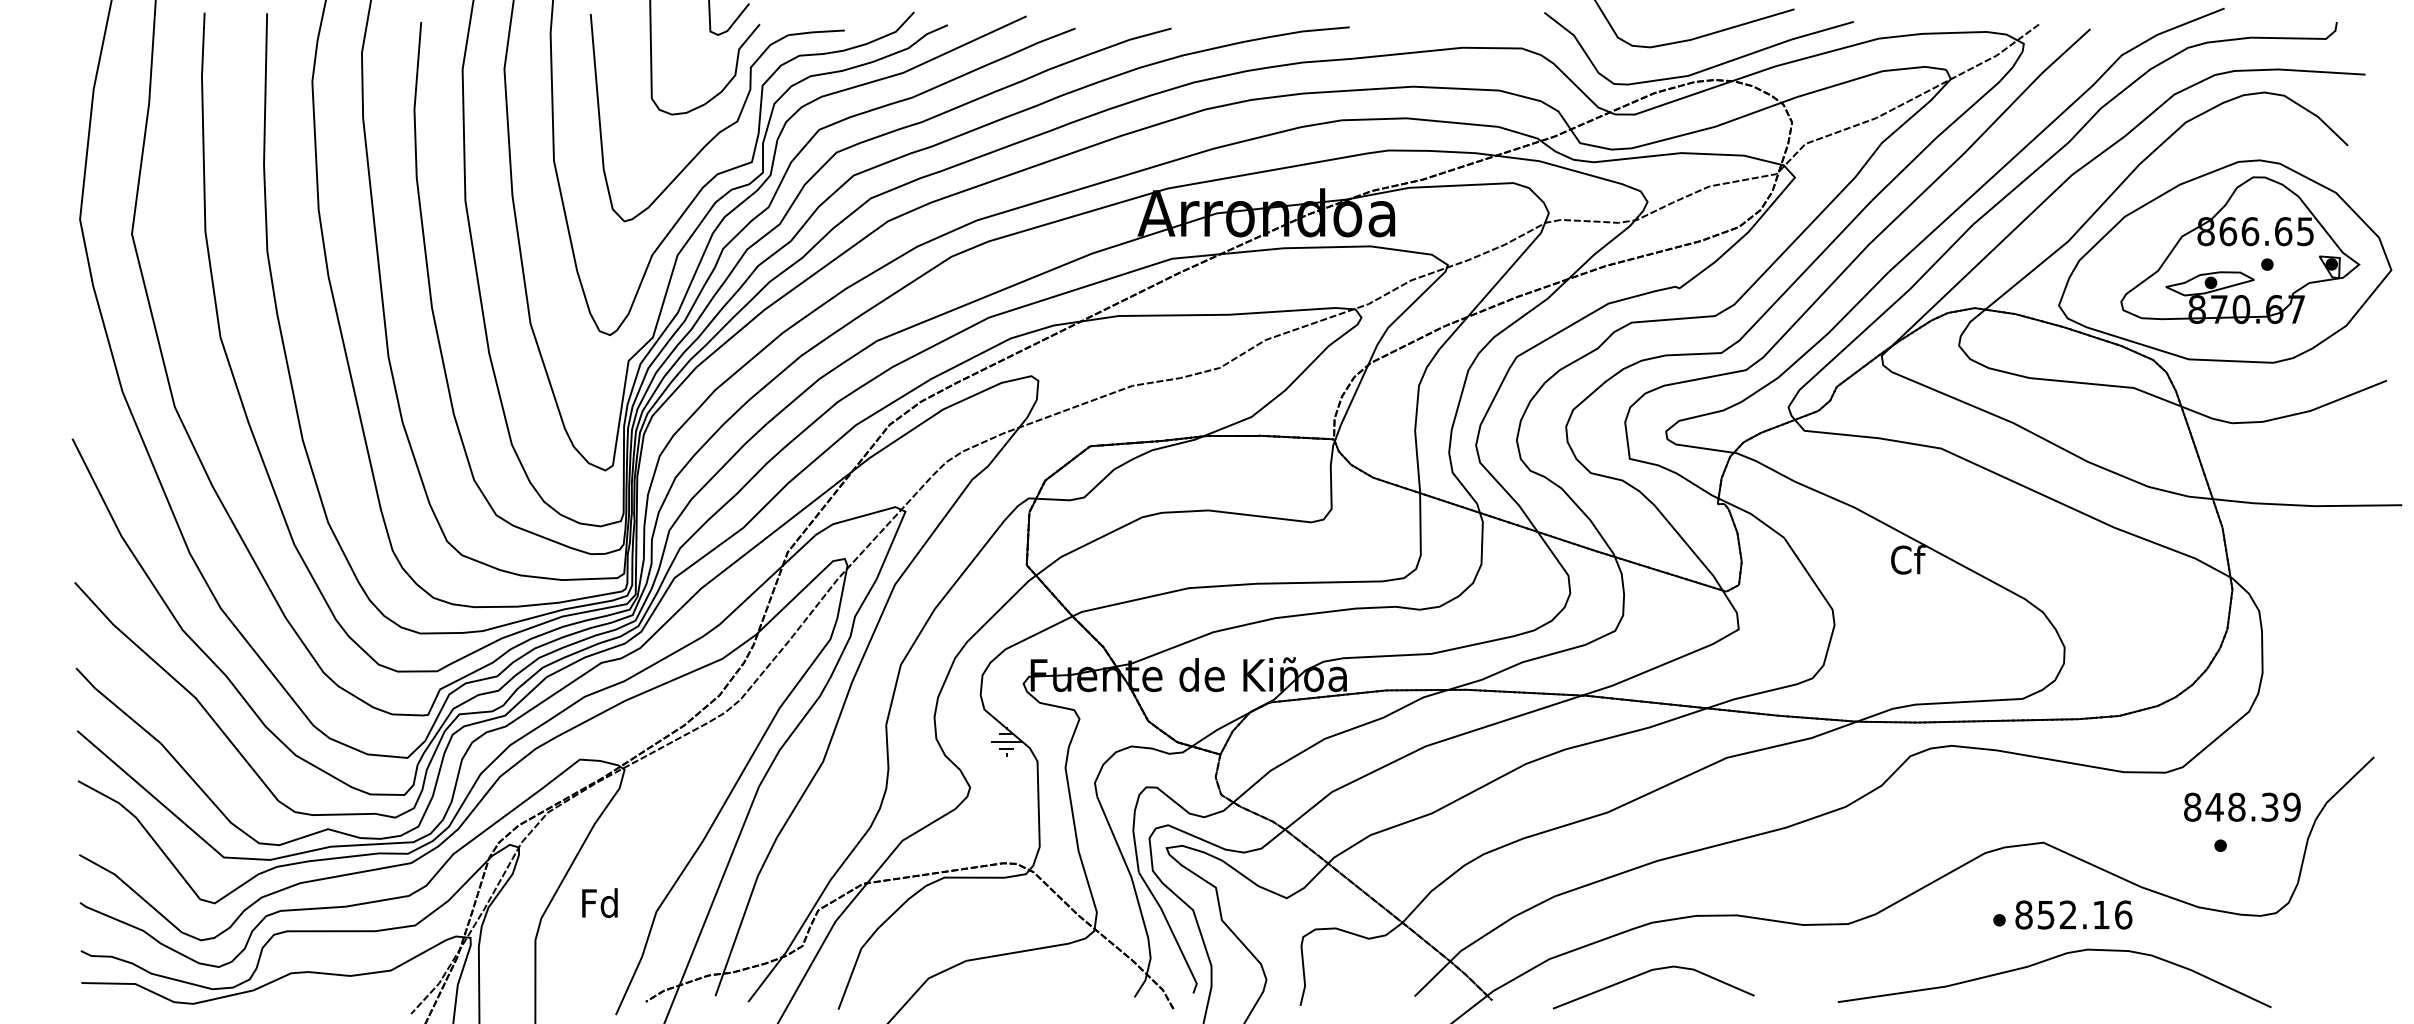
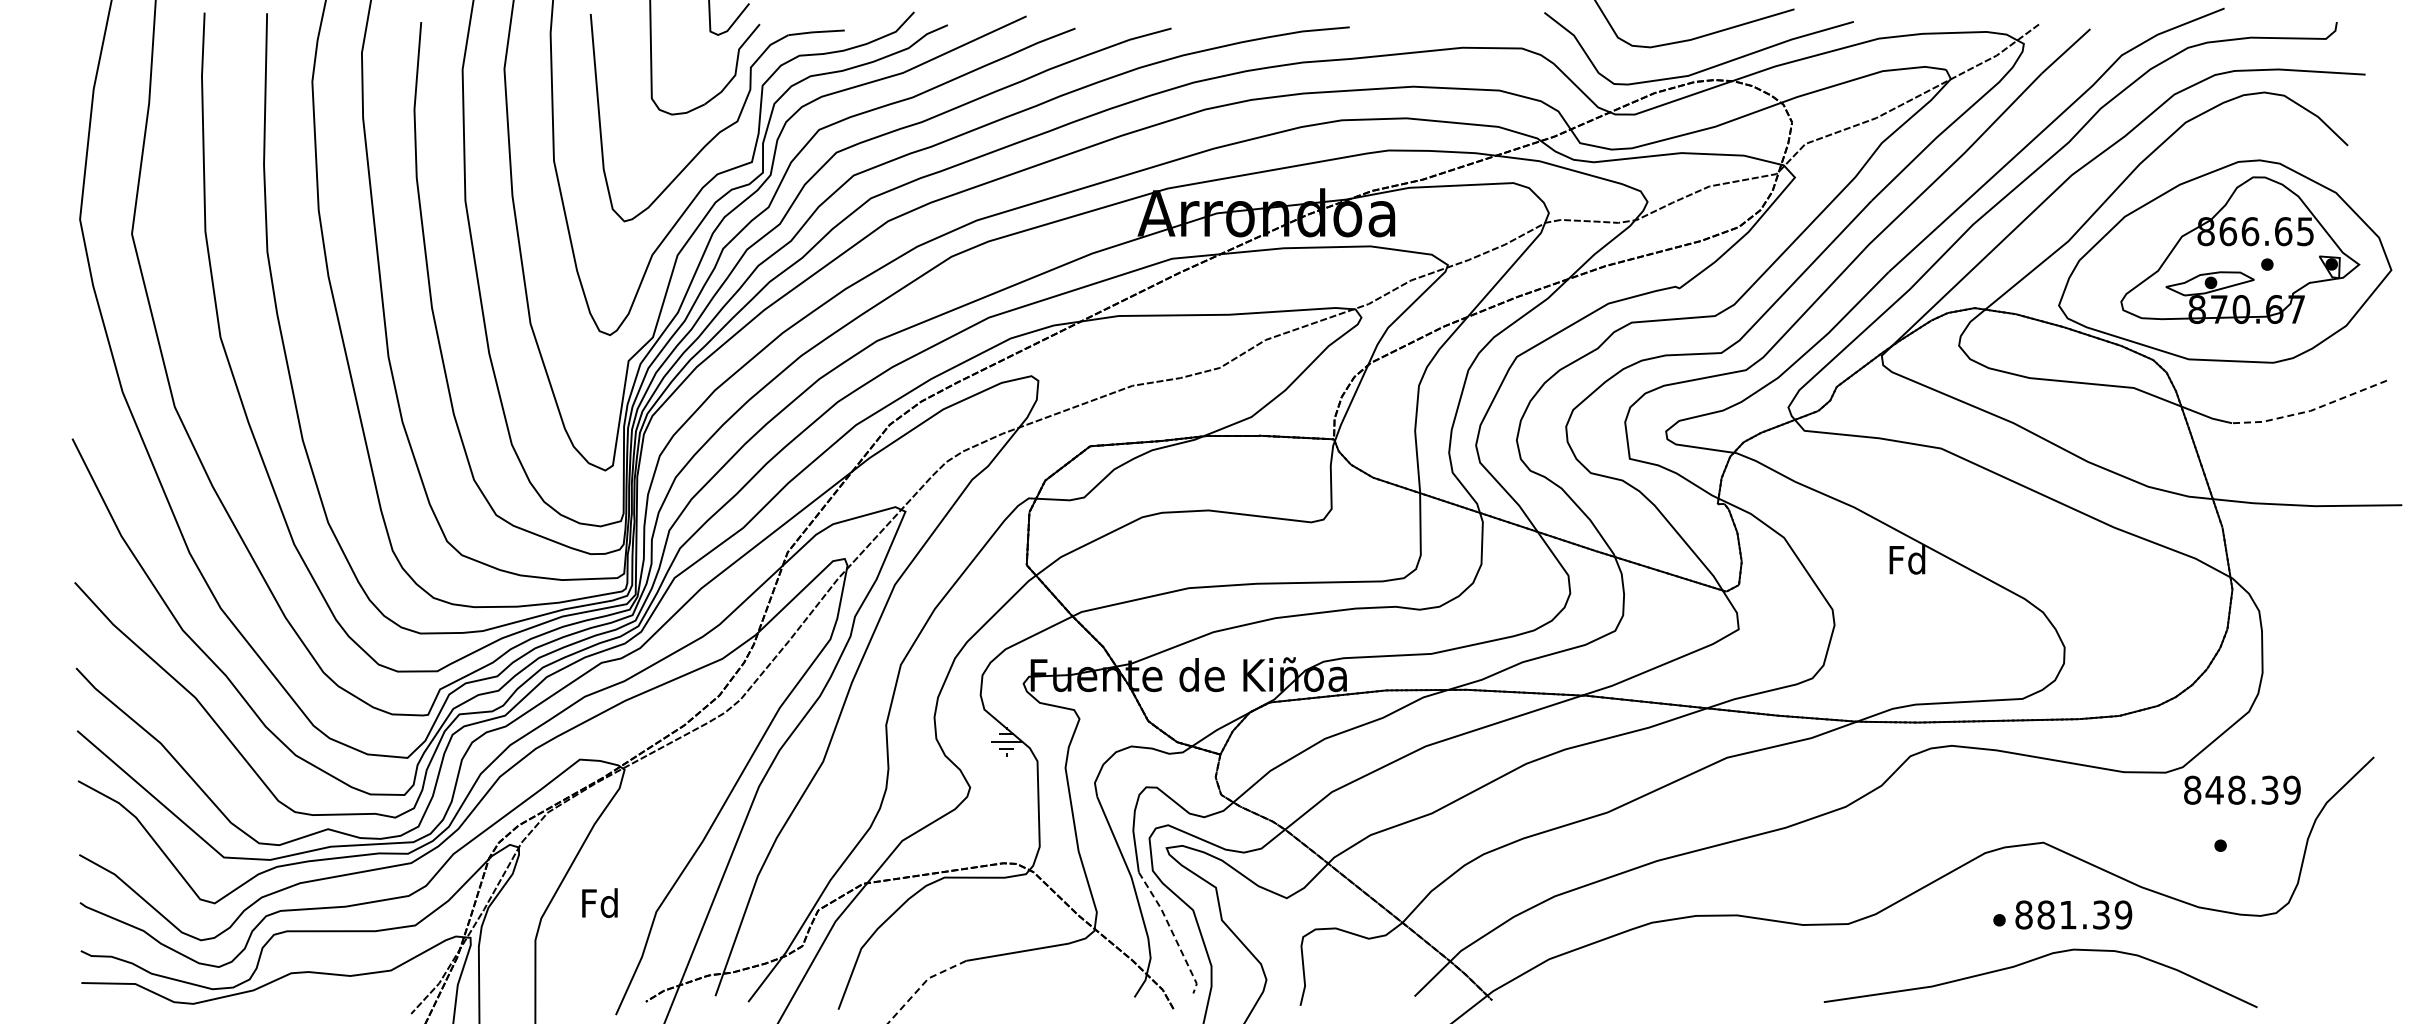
line at (2310, 410): solid -> dashed
text at (1907, 559): Cf -> Fd
text at (2242, 806) position: (2242, 806) -> (2242, 789)
text at (2084, 914): 852.16 -> 881.39
line at (1172, 931): solid -> dashed
curve at (2049, 960) position: (2049, 960) -> (2035, 960)
line at (1646, 973): present -> none
line at (922, 985): solid -> dashed
